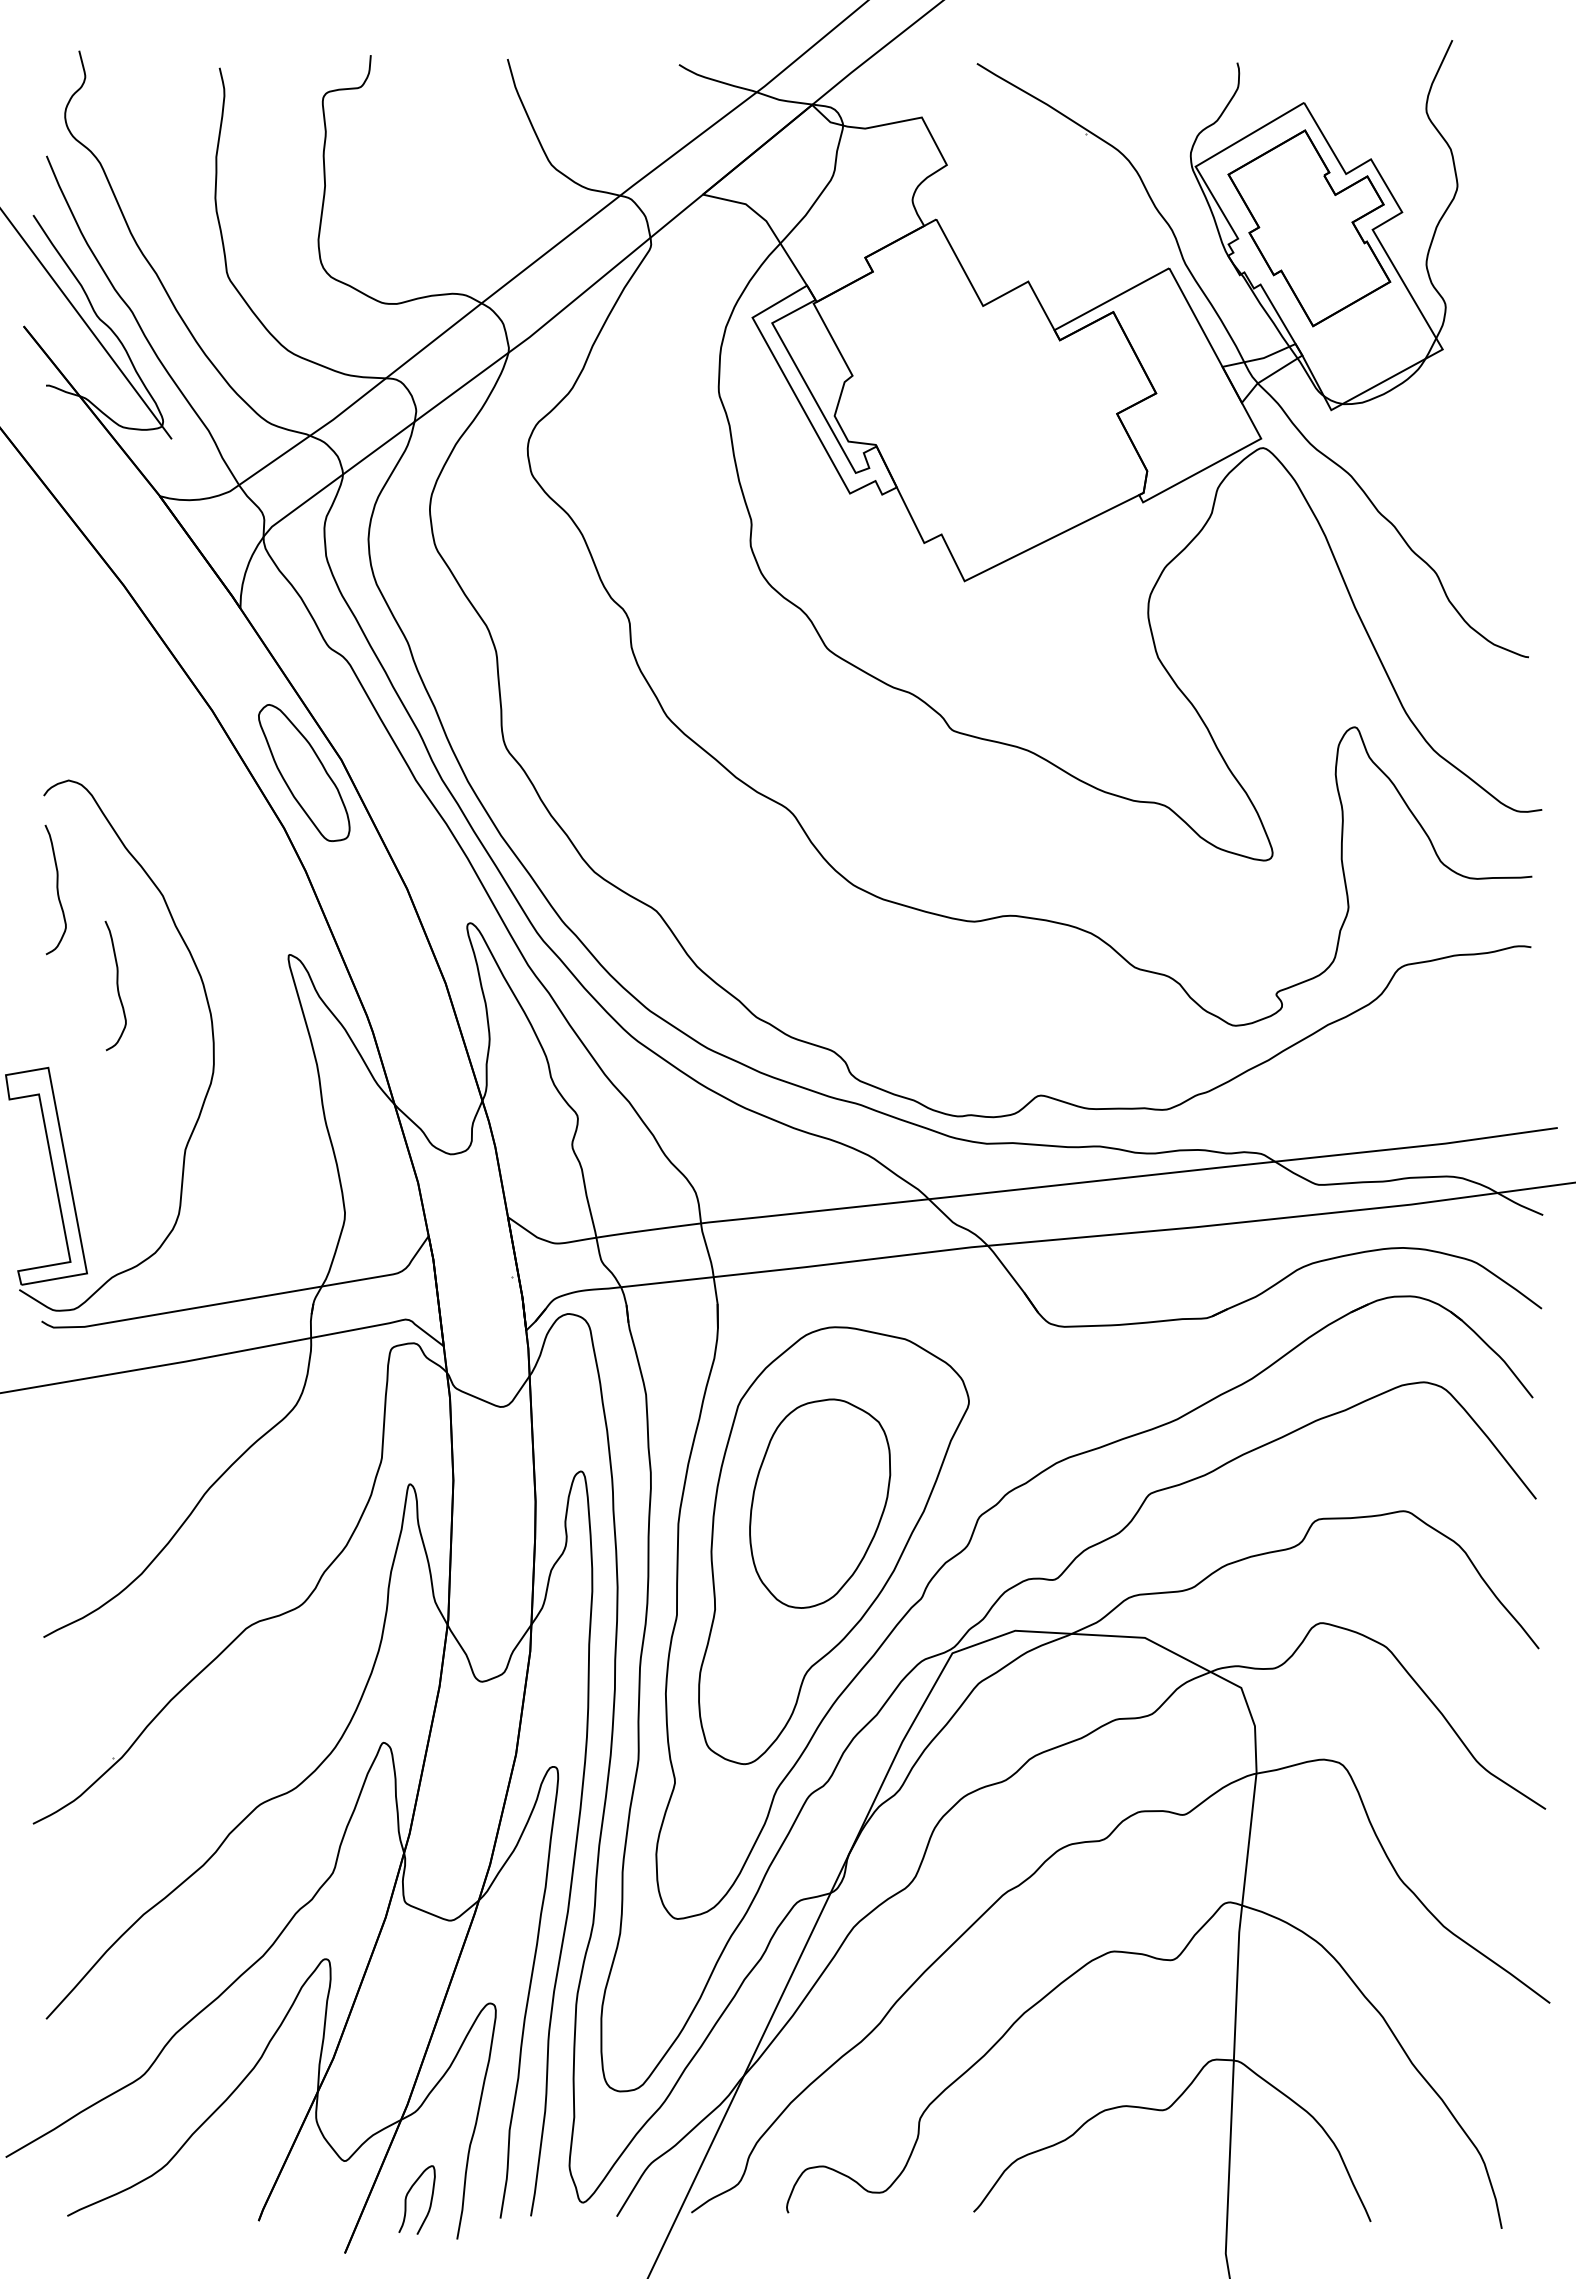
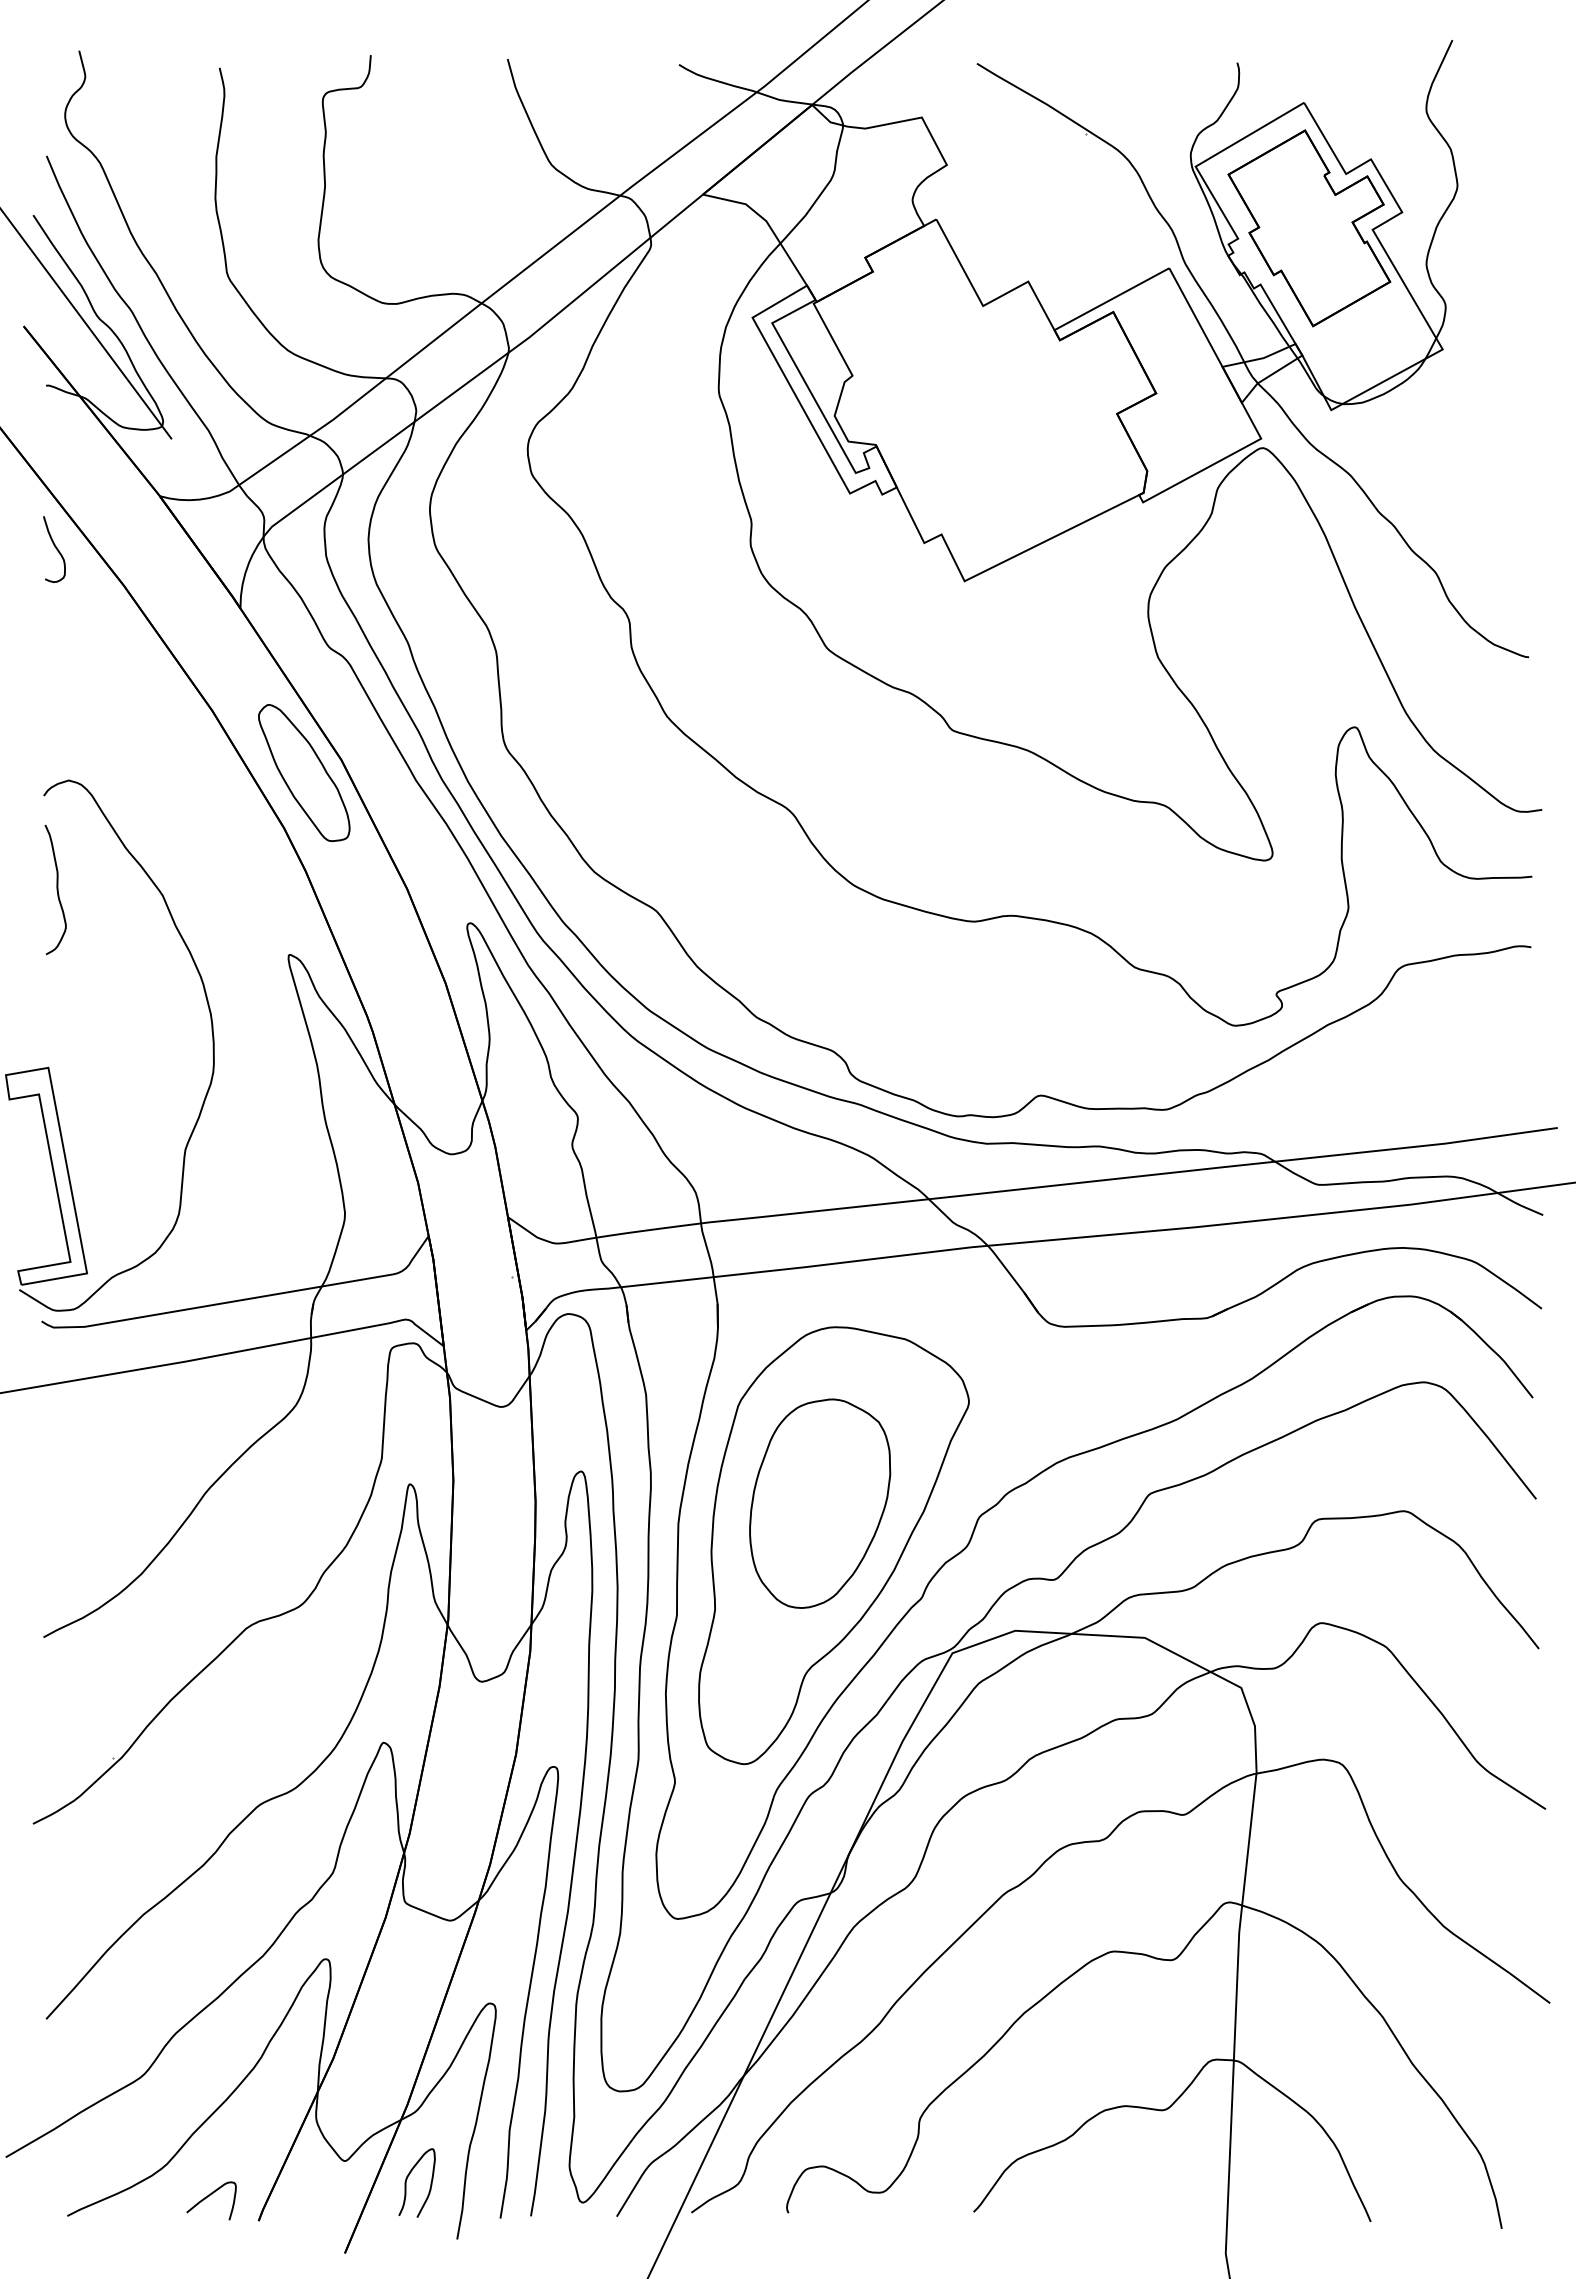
curve at (55, 548): none -> present
curve at (116, 986): present -> none
curve at (408, 2194) position: (408, 2194) -> (408, 2177)
curve at (208, 2197): none -> present
